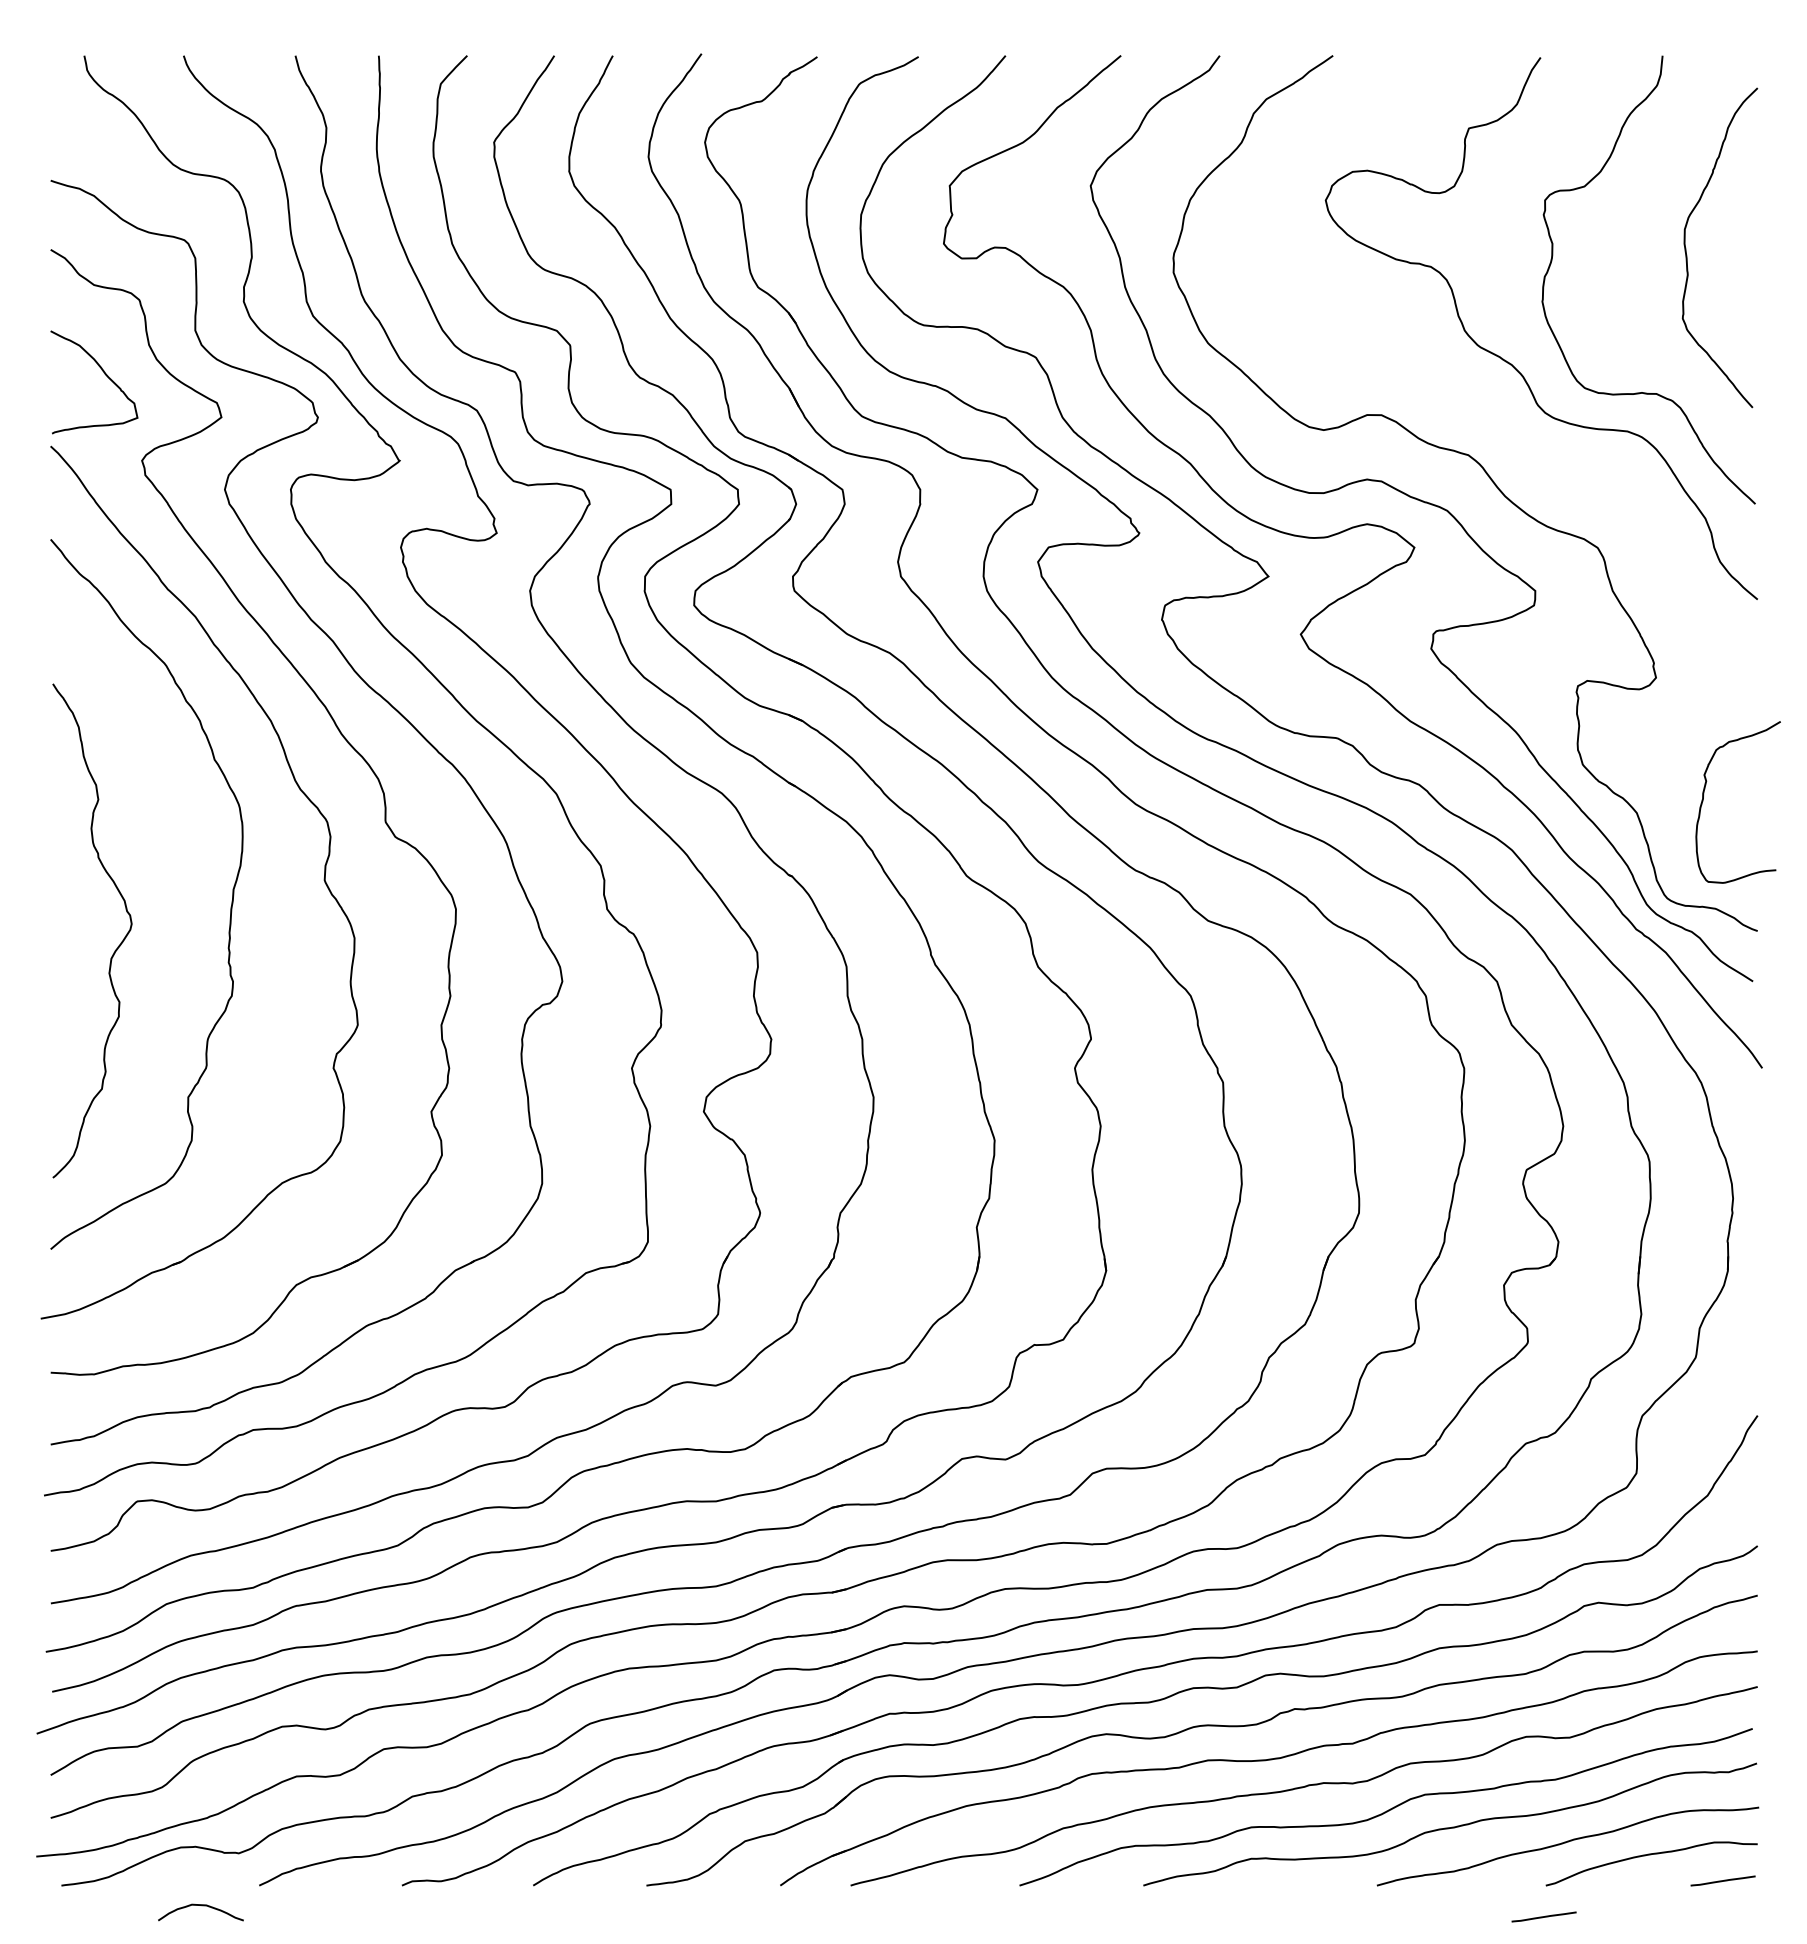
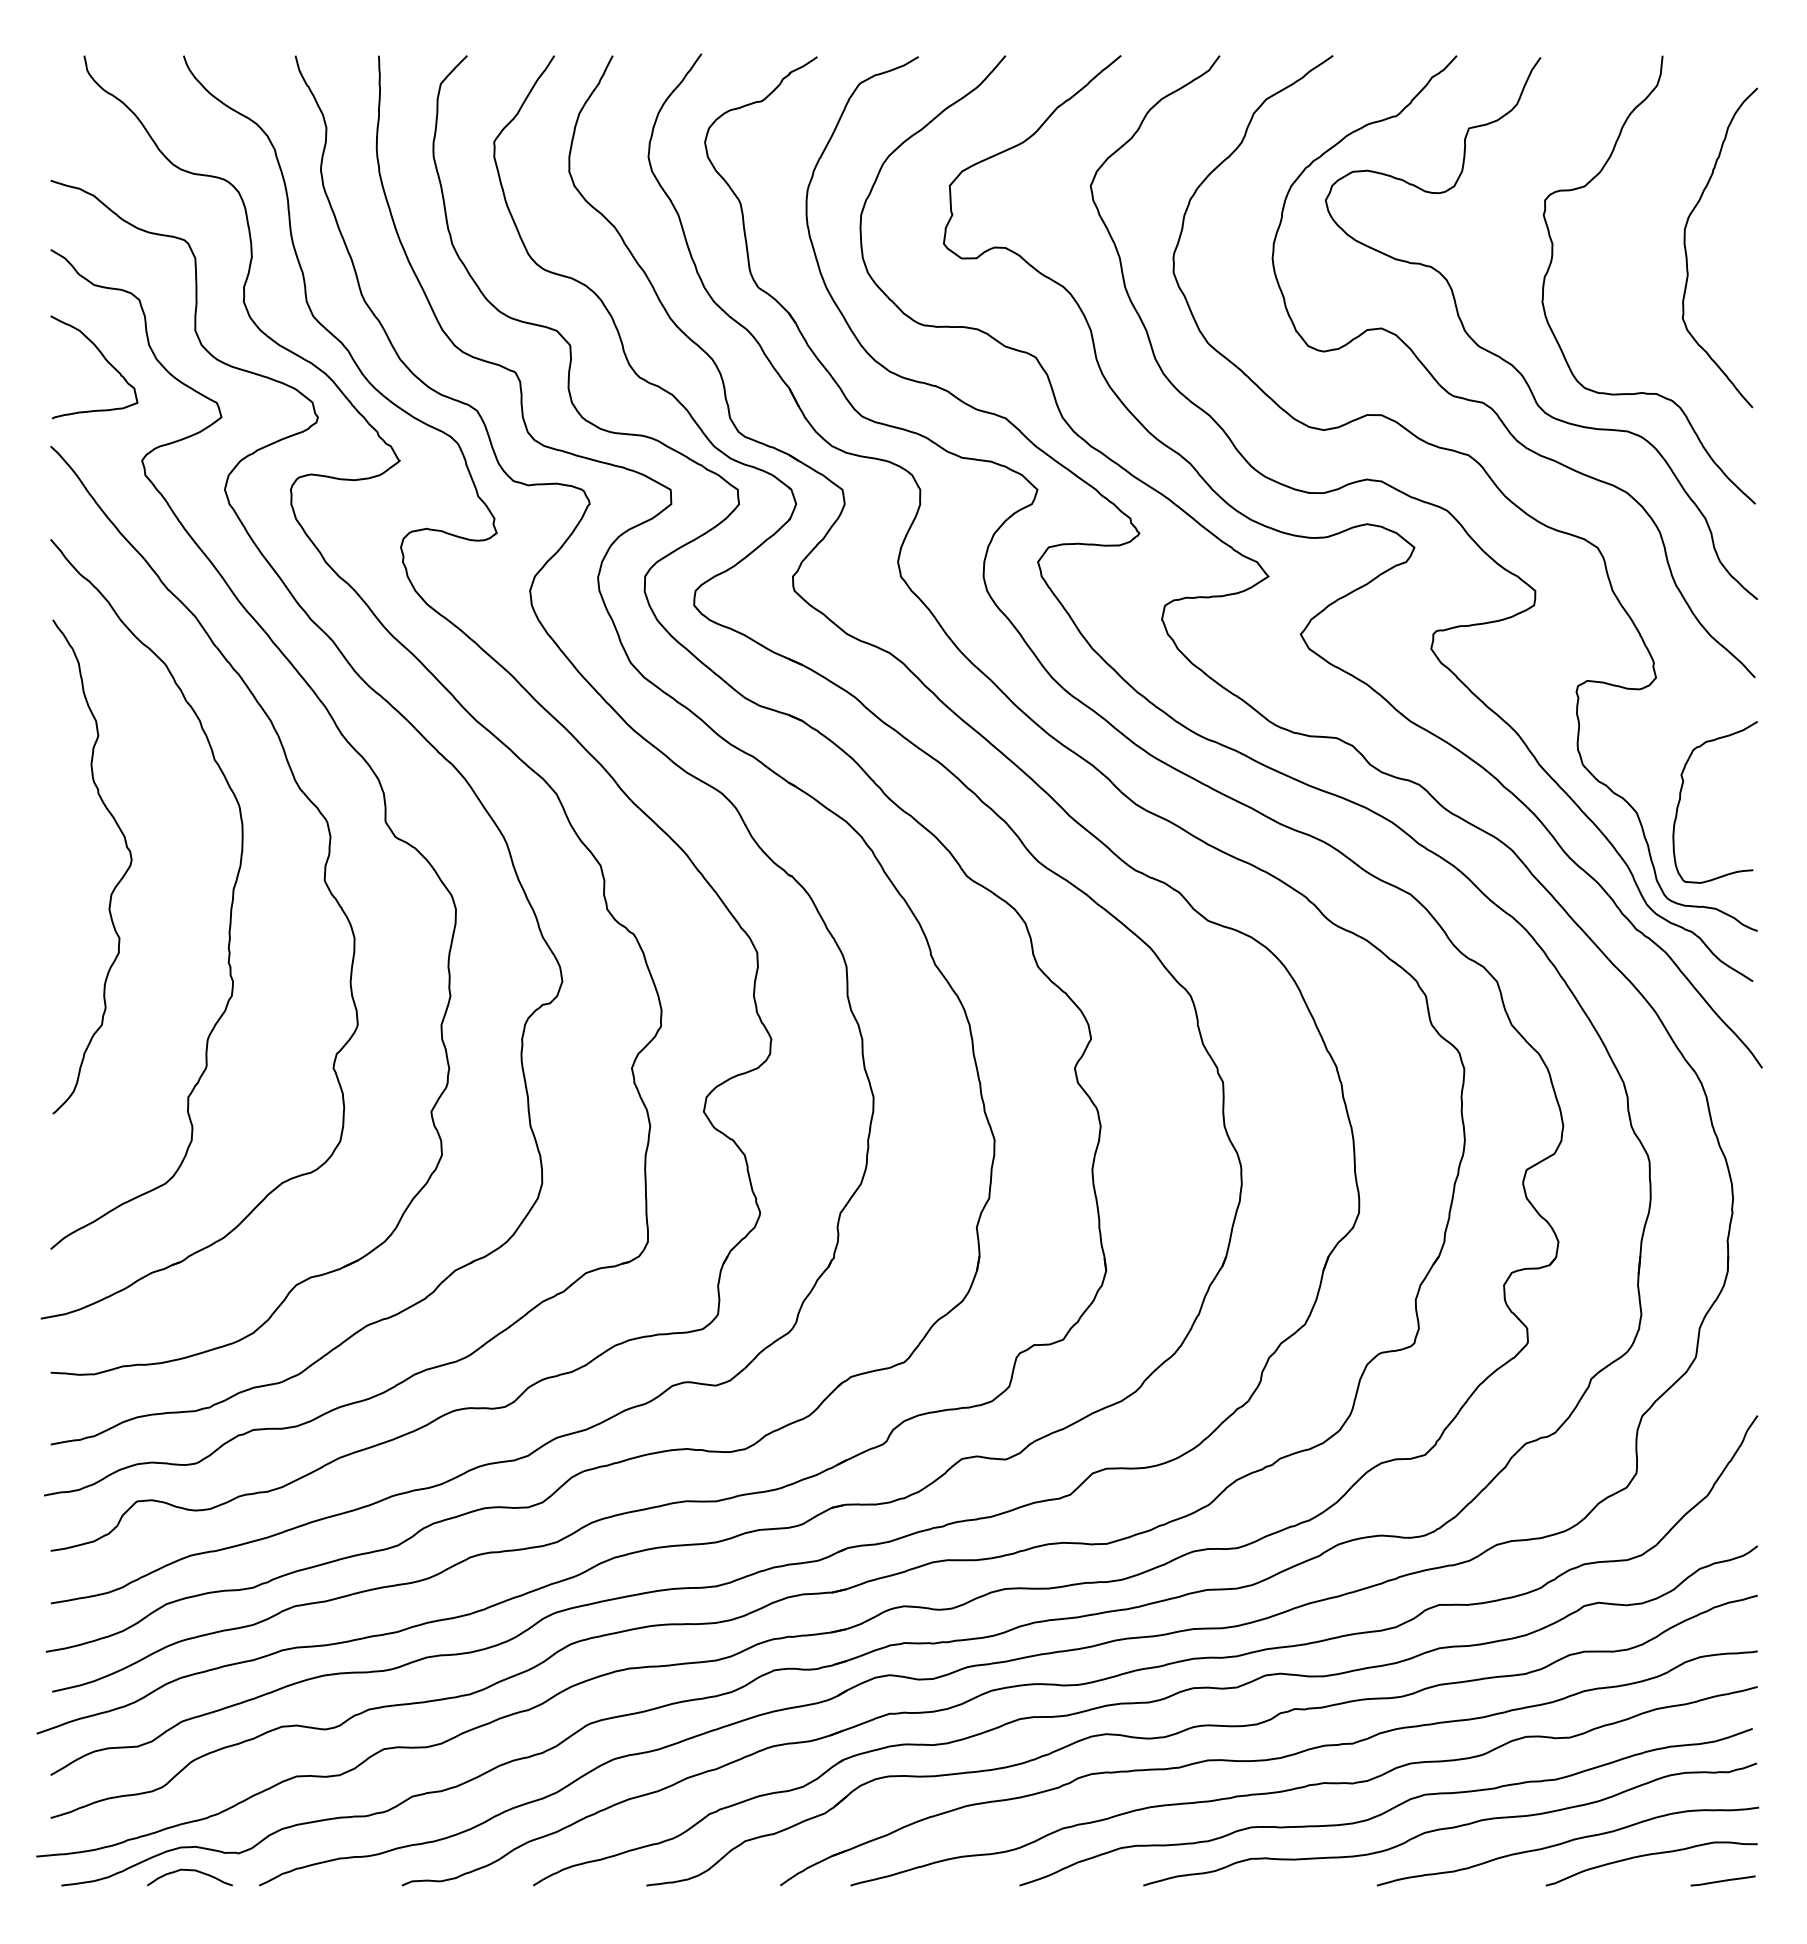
curve at (104, 374) position: (104, 374) -> (104, 359)
curve at (1487, 404): none -> present
curve at (1704, 794) position: (1704, 794) -> (1681, 794)
curve at (117, 946) position: (117, 946) -> (117, 882)
curve at (201, 1906) position: (201, 1906) -> (190, 1871)
line at (1543, 1916): present -> none
